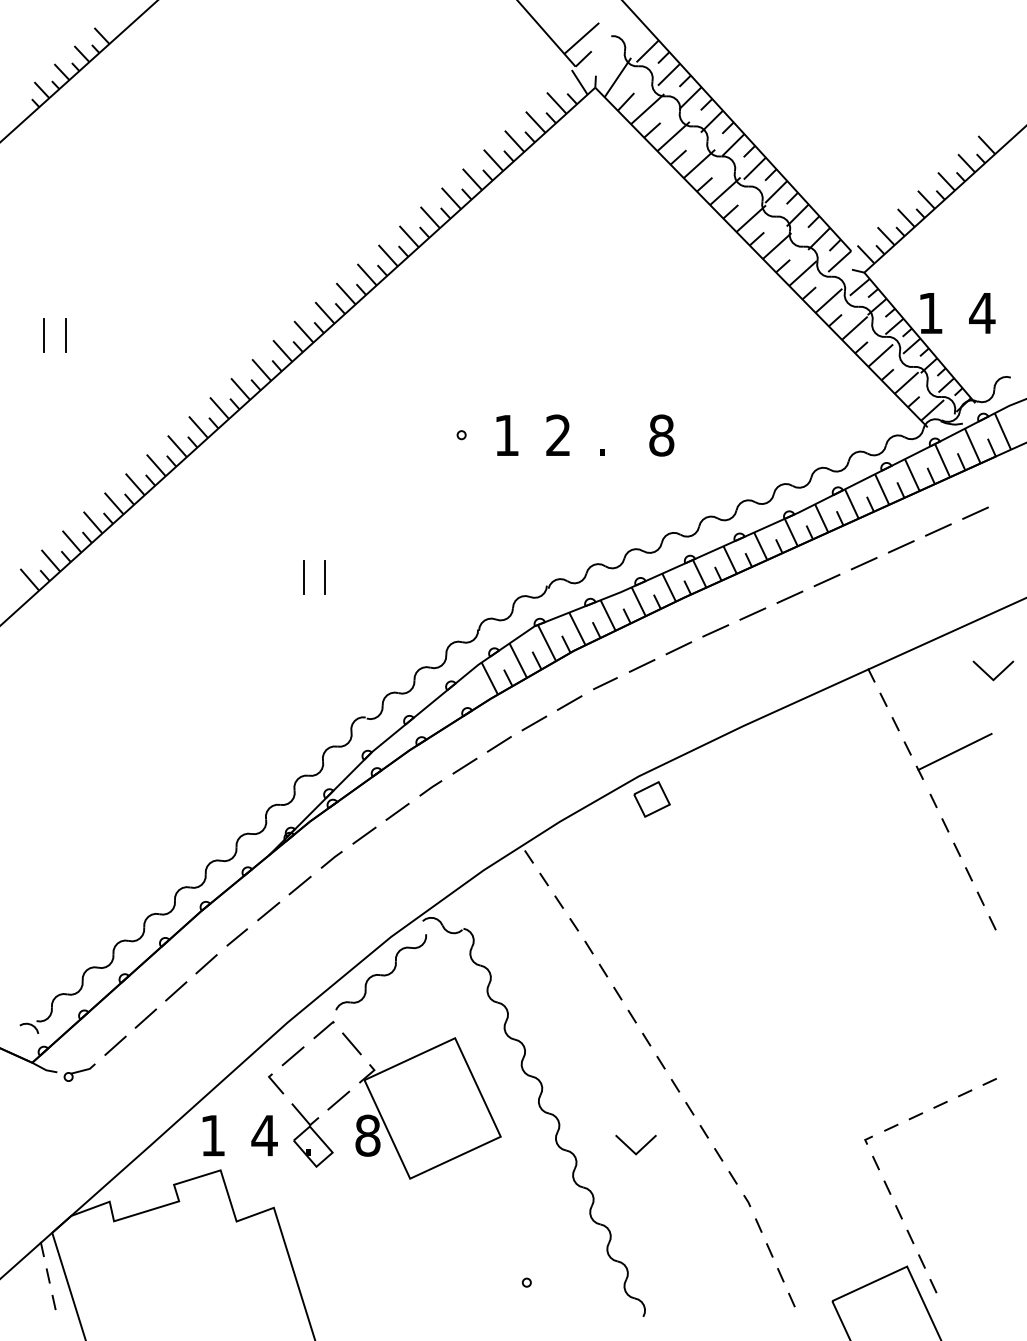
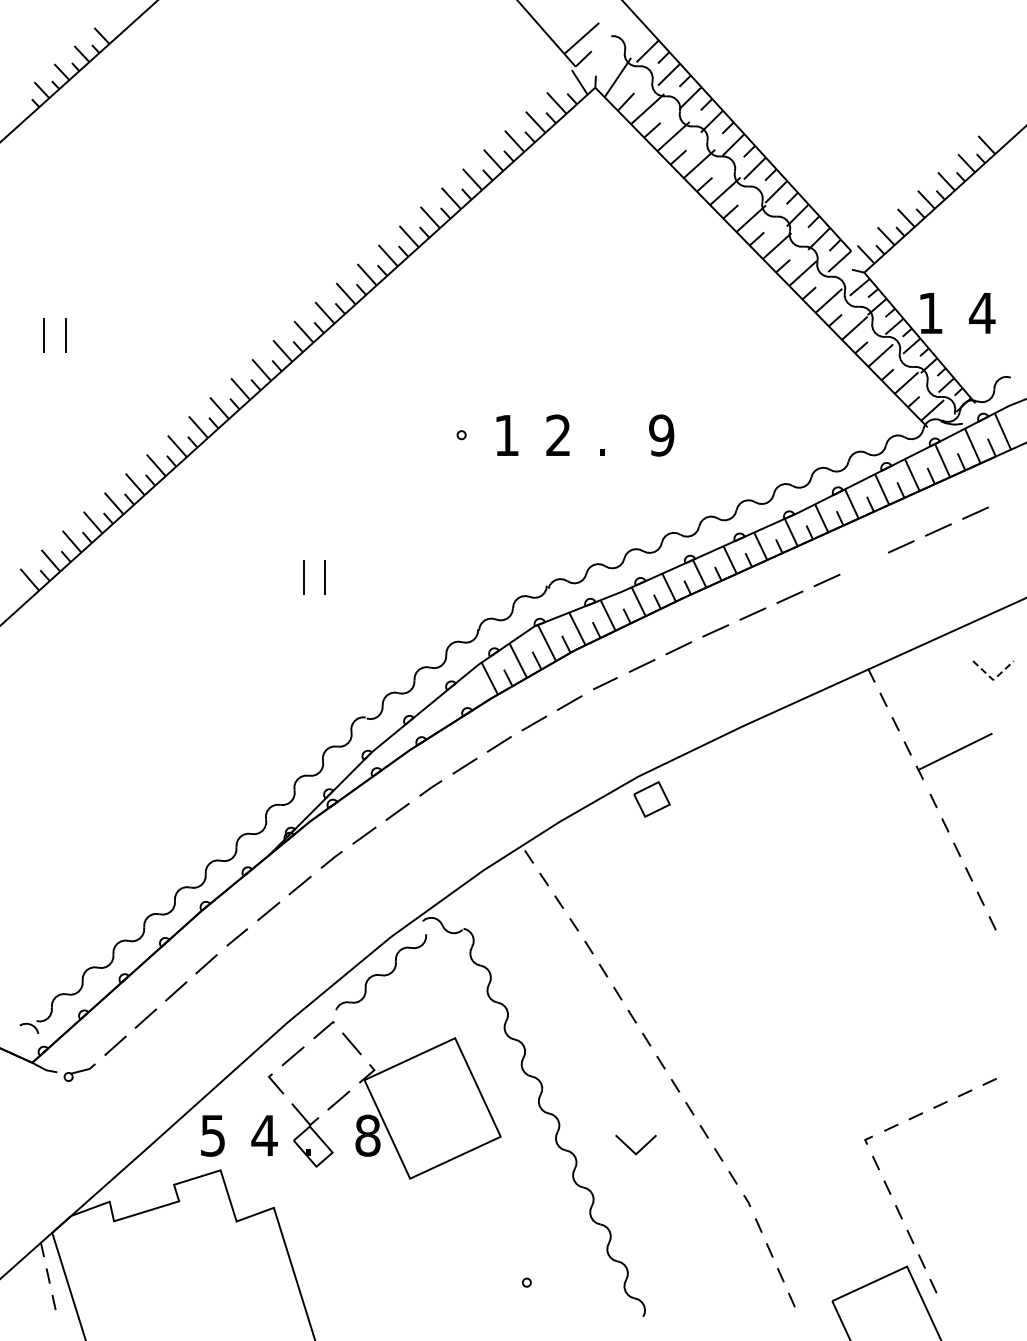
text at (661, 435): 8 -> 9
line at (863, 563): present -> none
line at (993, 680): solid -> dashed
text at (212, 1135): 1 -> 5
